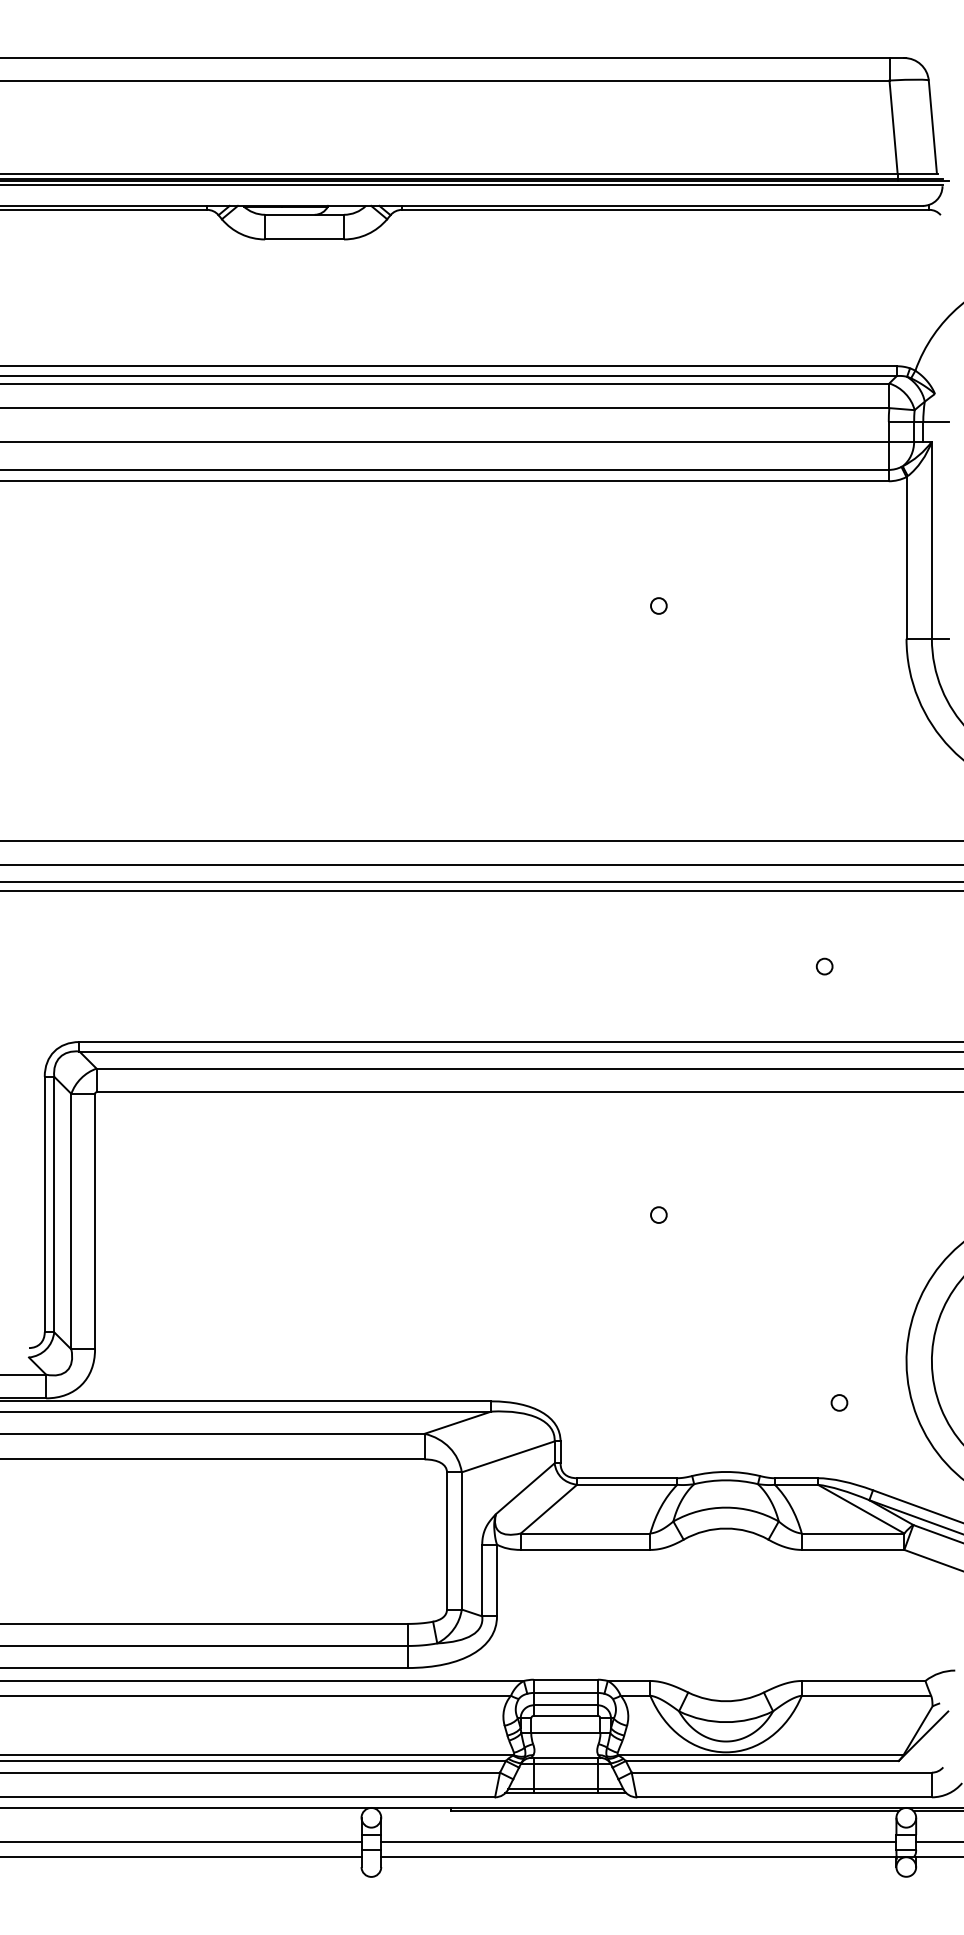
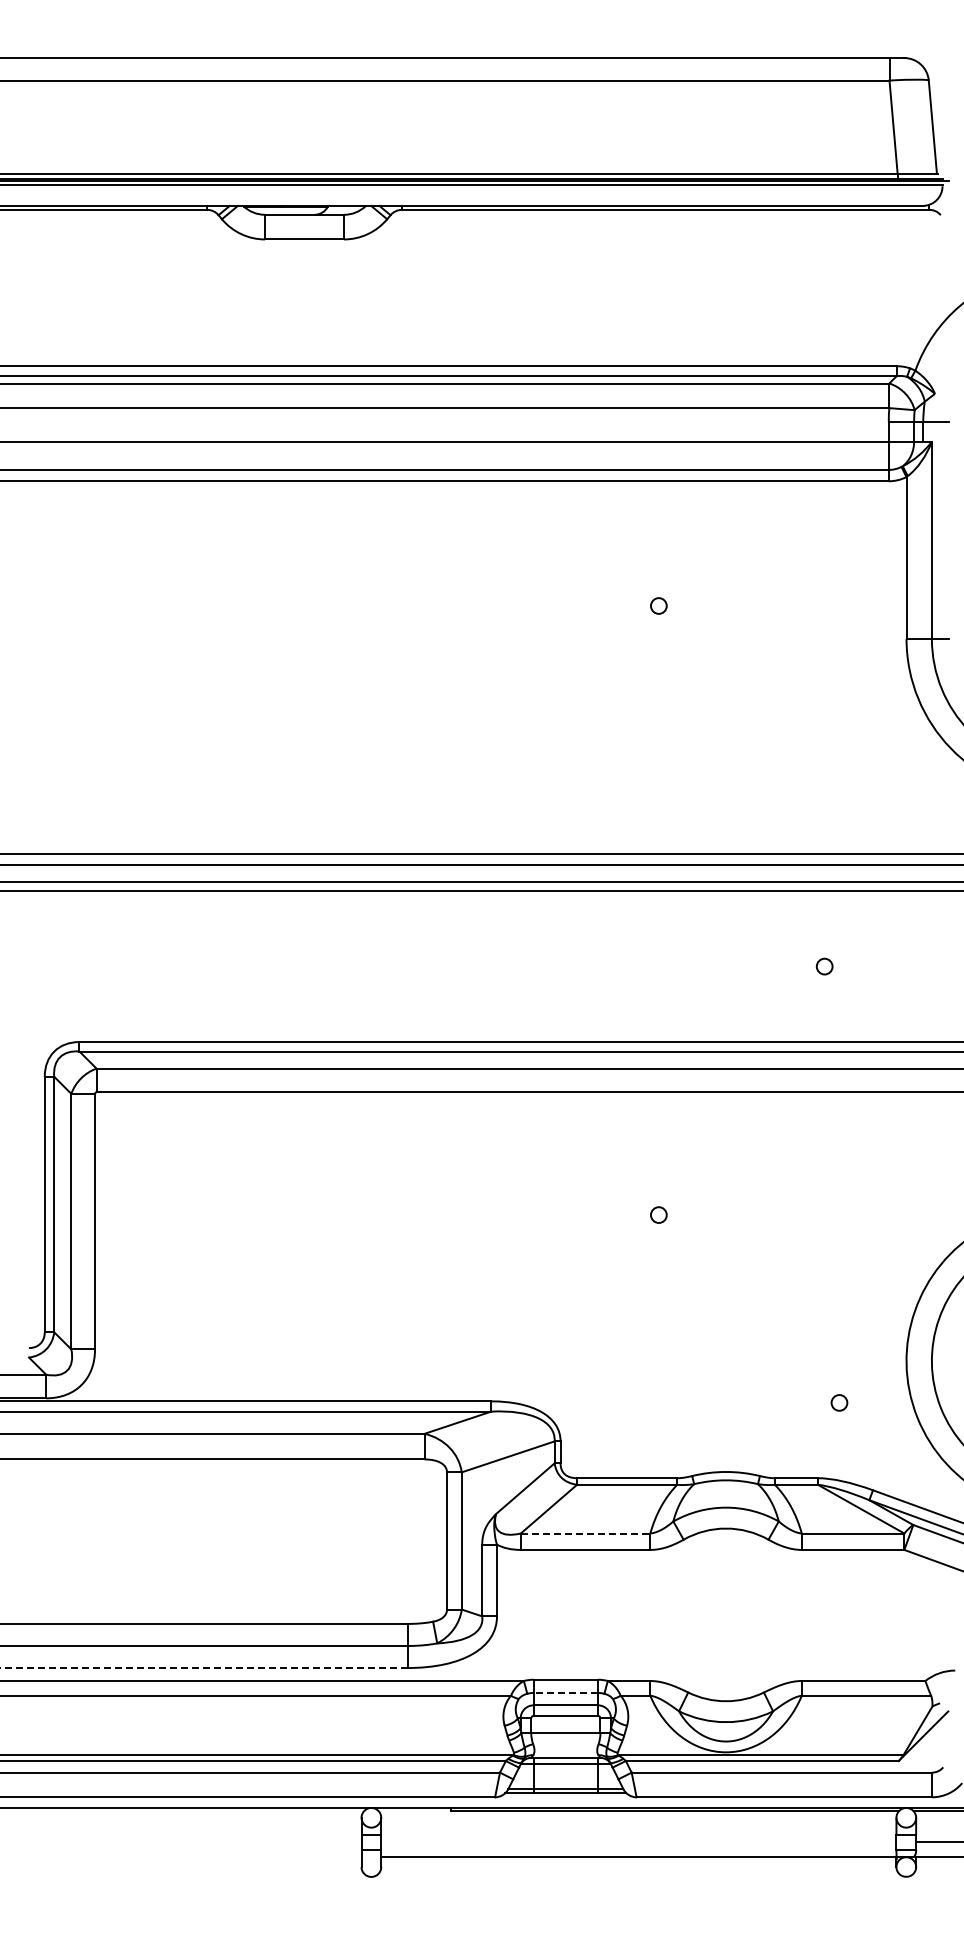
line at (481, 840) position: (481, 840) -> (481, 853)
line at (585, 1533): solid -> dashed
line at (203, 1668): solid -> dashed
line at (565, 1692): solid -> dashed
line at (181, 1842): present -> none
line at (638, 1842): present -> none
line at (181, 1857): present -> none
